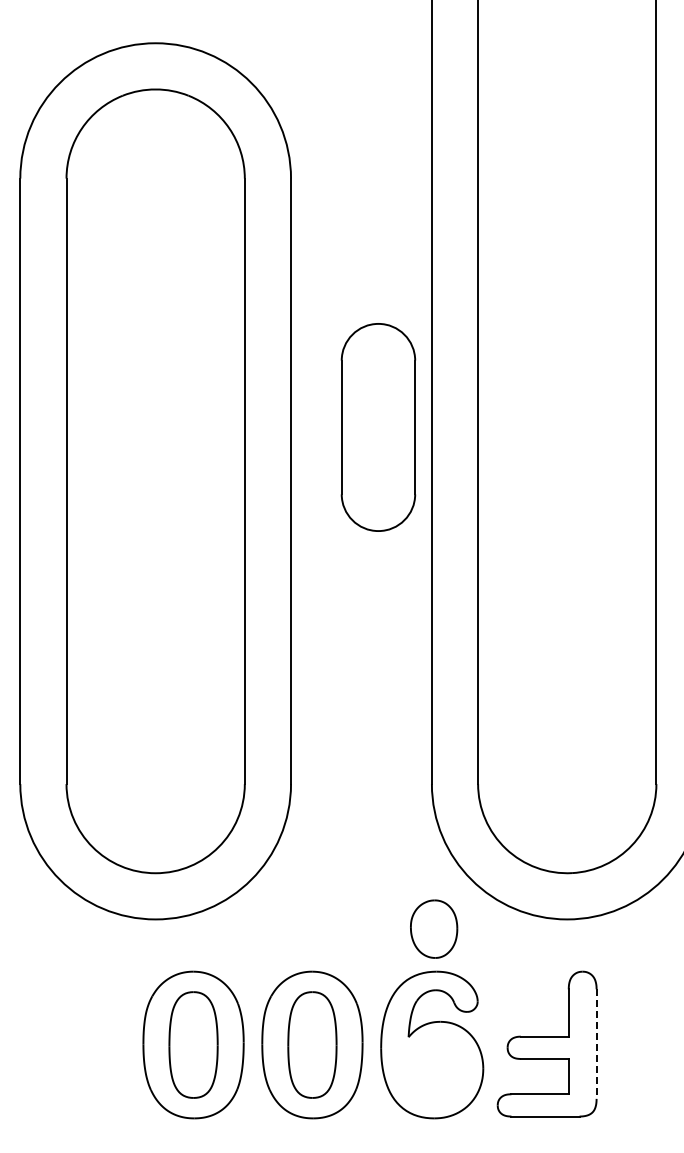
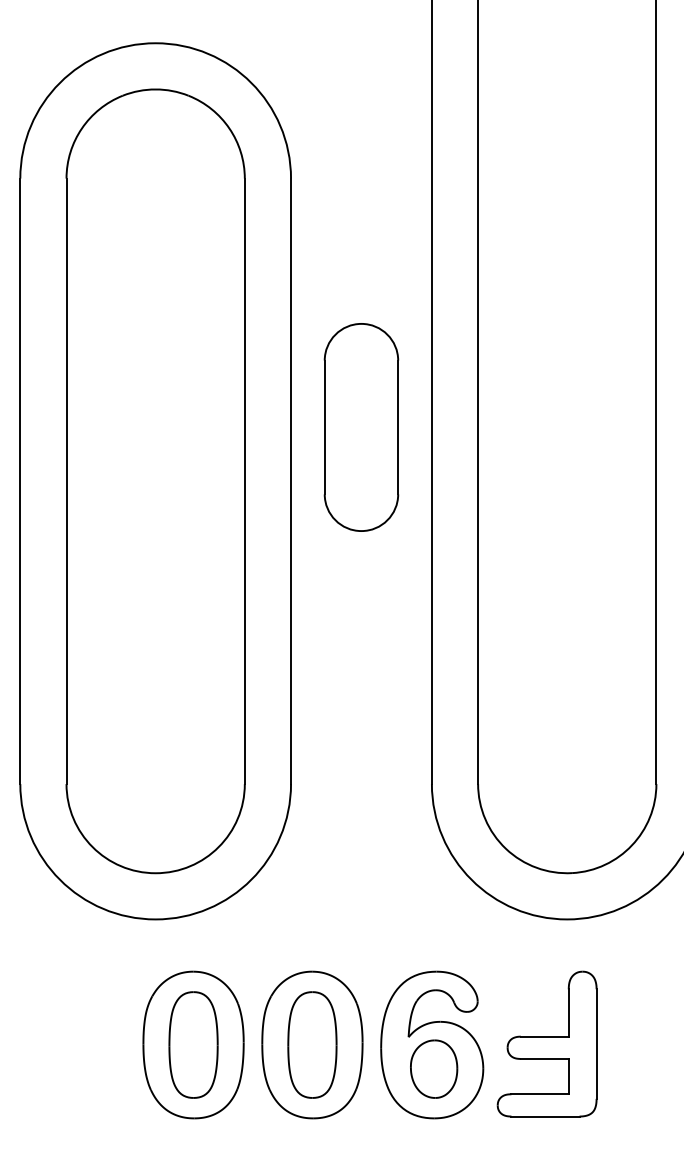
part at (378, 427) position: (378, 427) -> (361, 427)
part at (434, 928) position: (434, 928) -> (434, 1068)
line at (596, 1044): dashed -> solid
